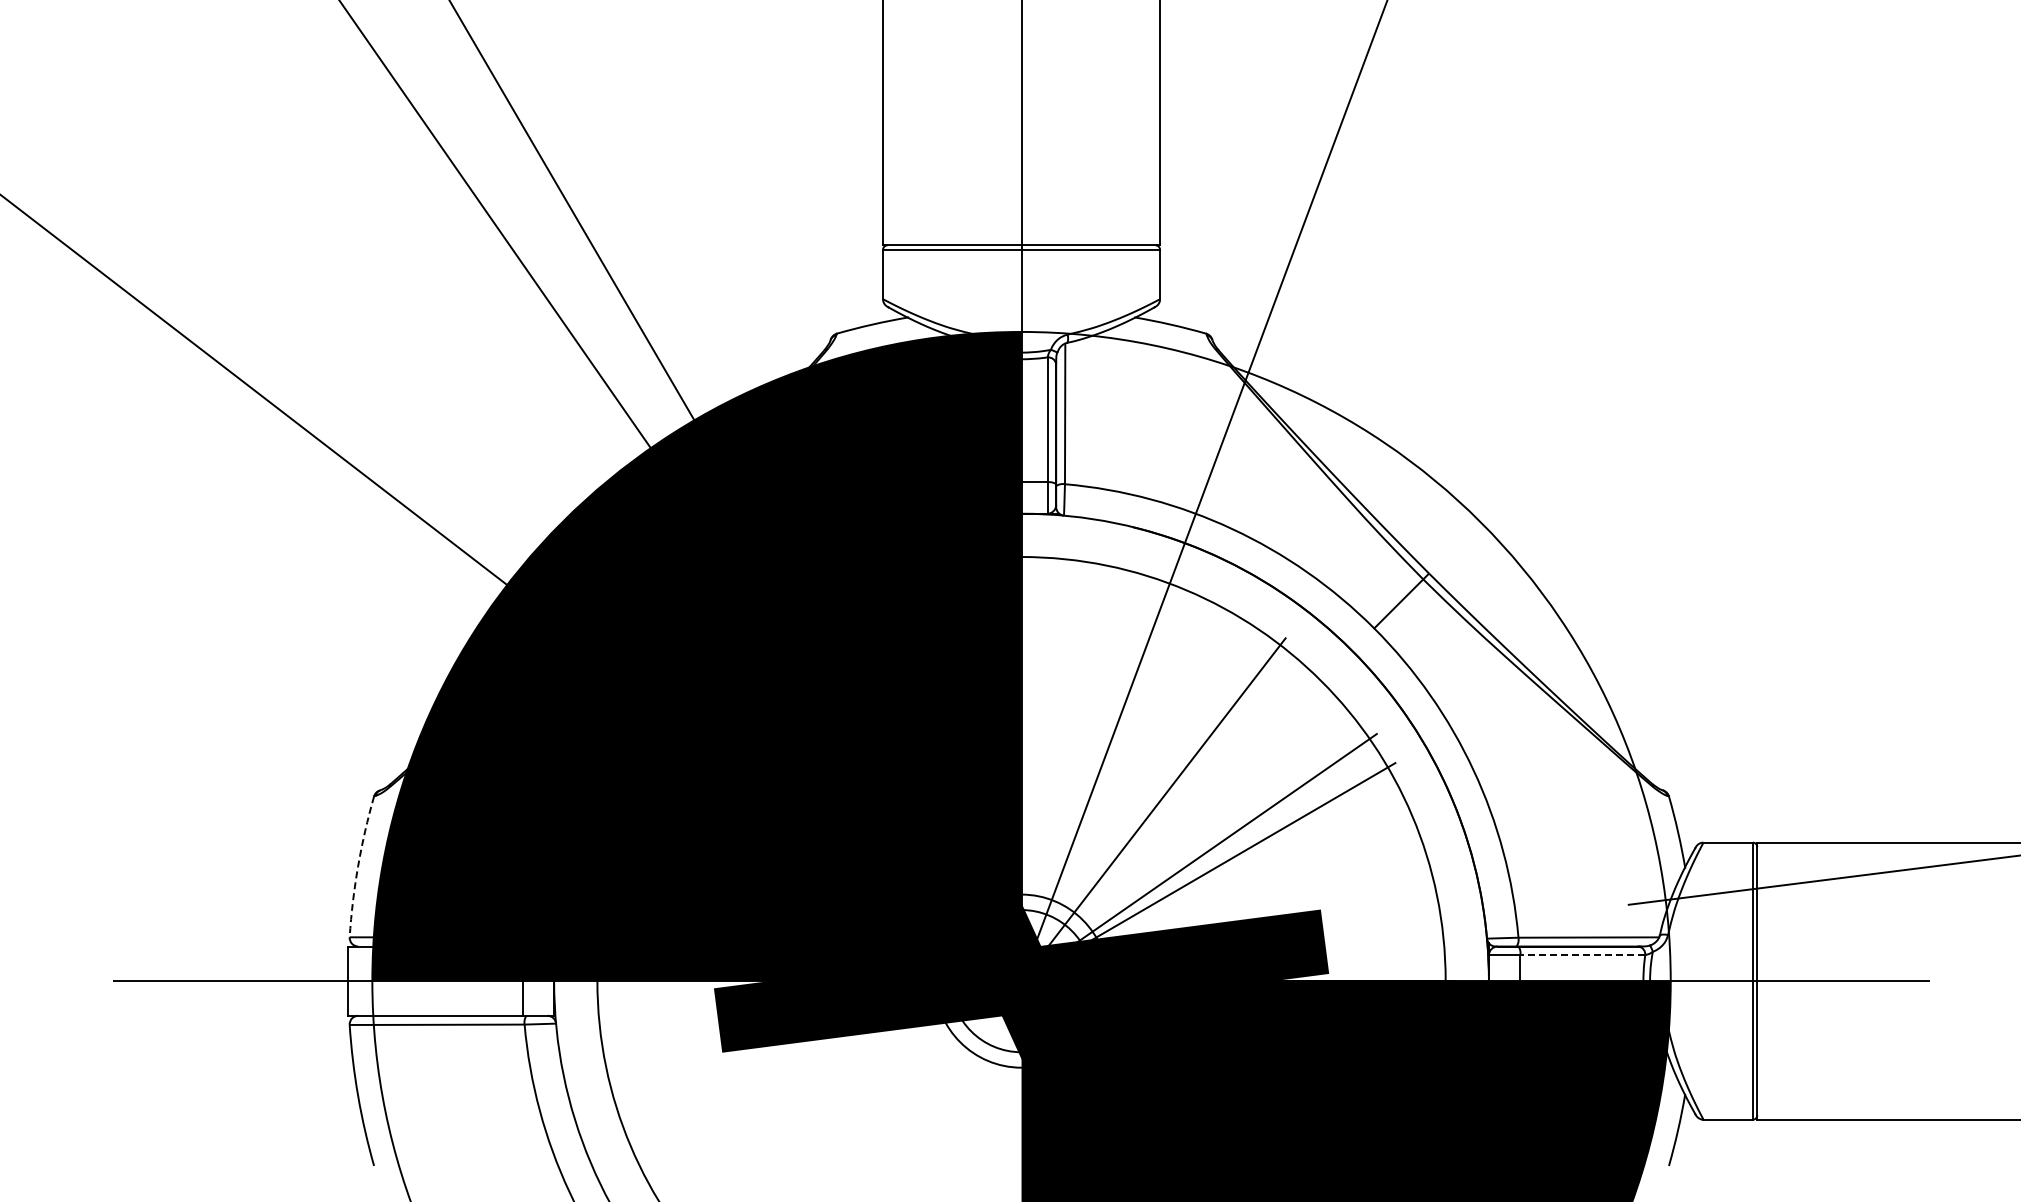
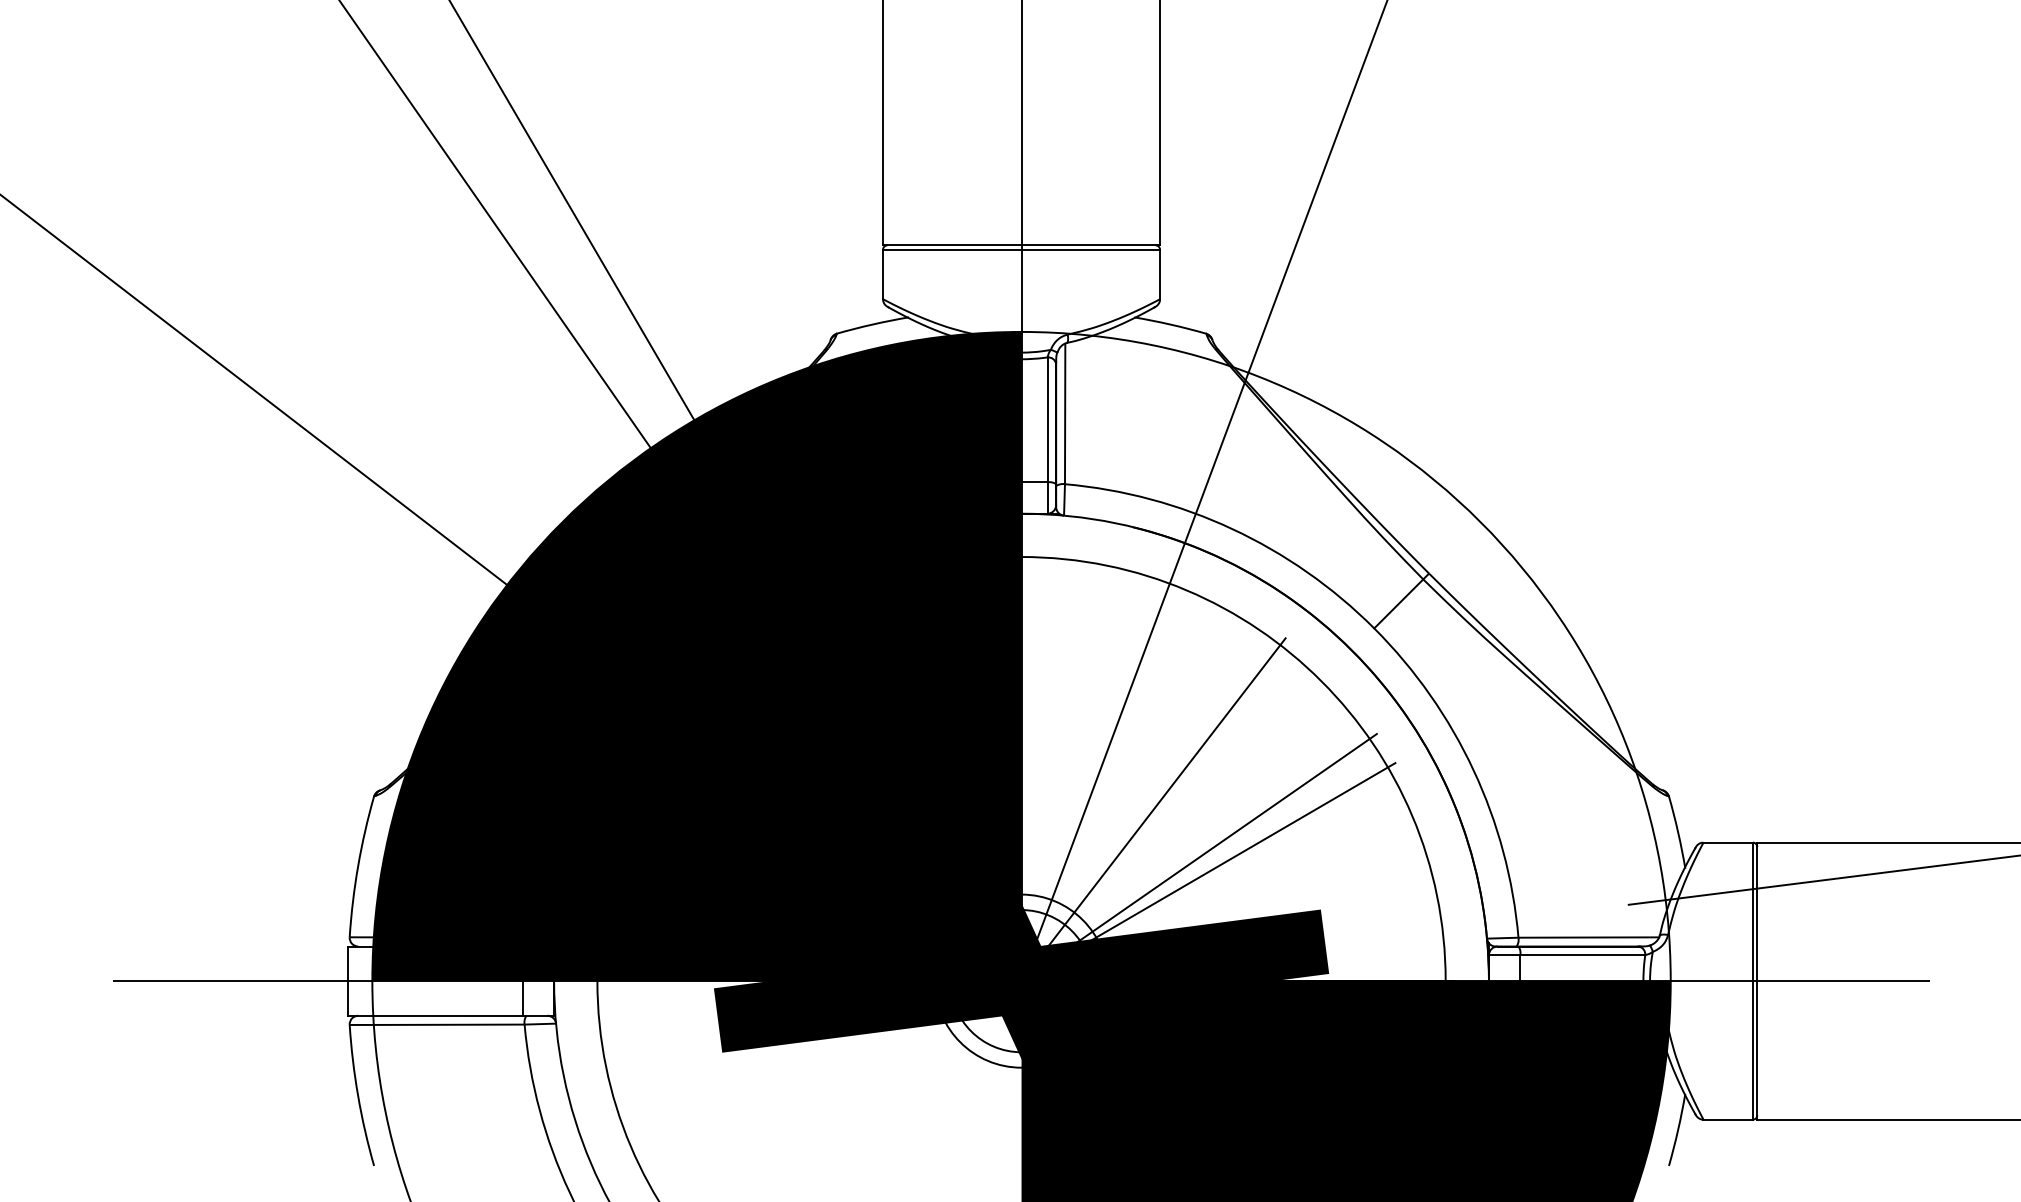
arc at (358, 866): dashed -> solid
line at (1582, 955): dashed -> solid
